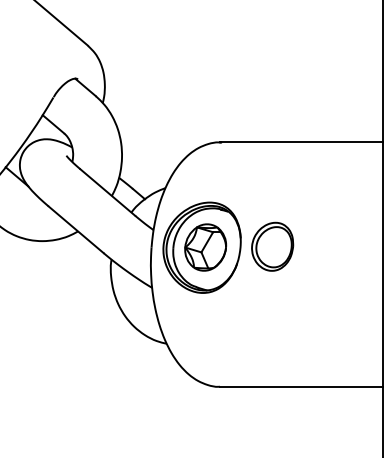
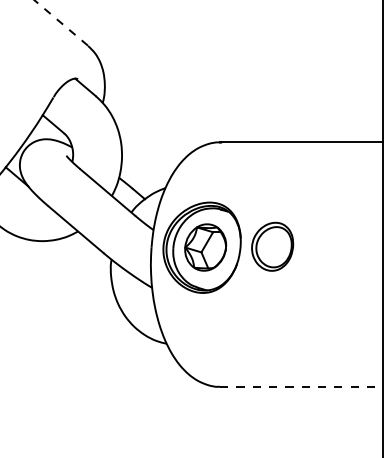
line at (61, 23): solid -> dashed
line at (301, 386): solid -> dashed
